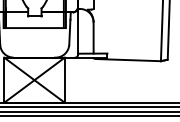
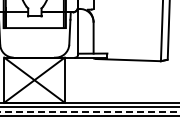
line at (90, 111): solid -> dashed
